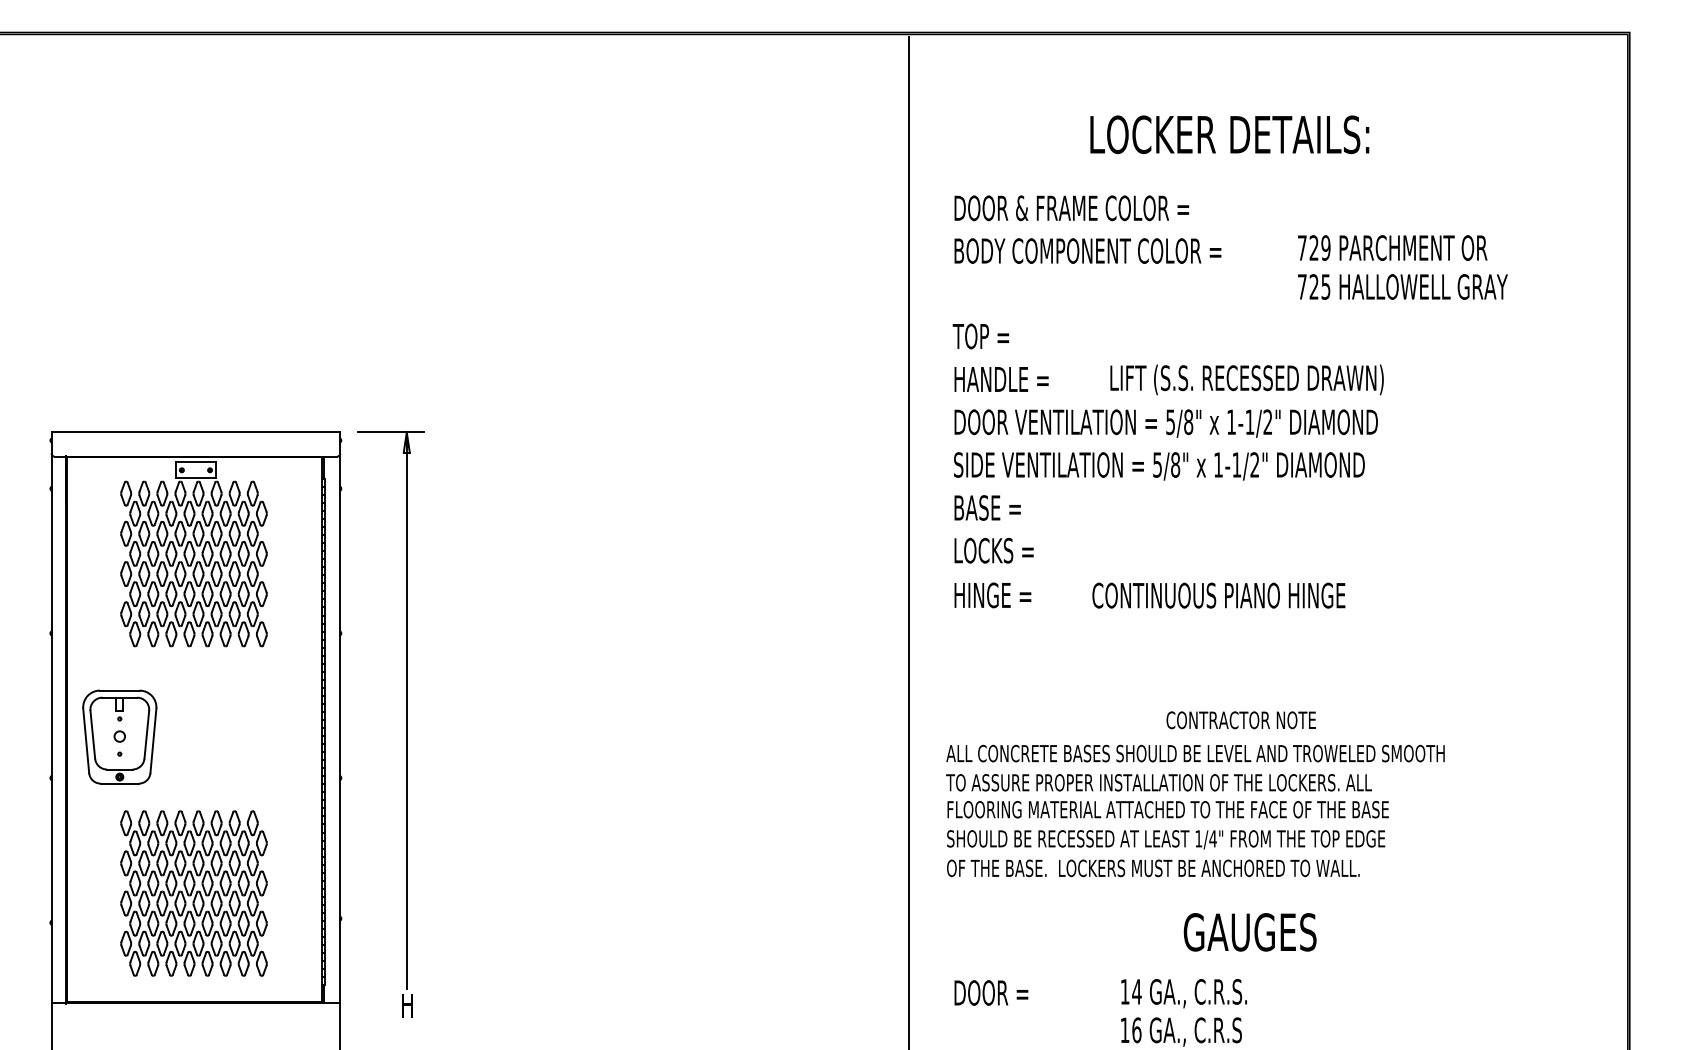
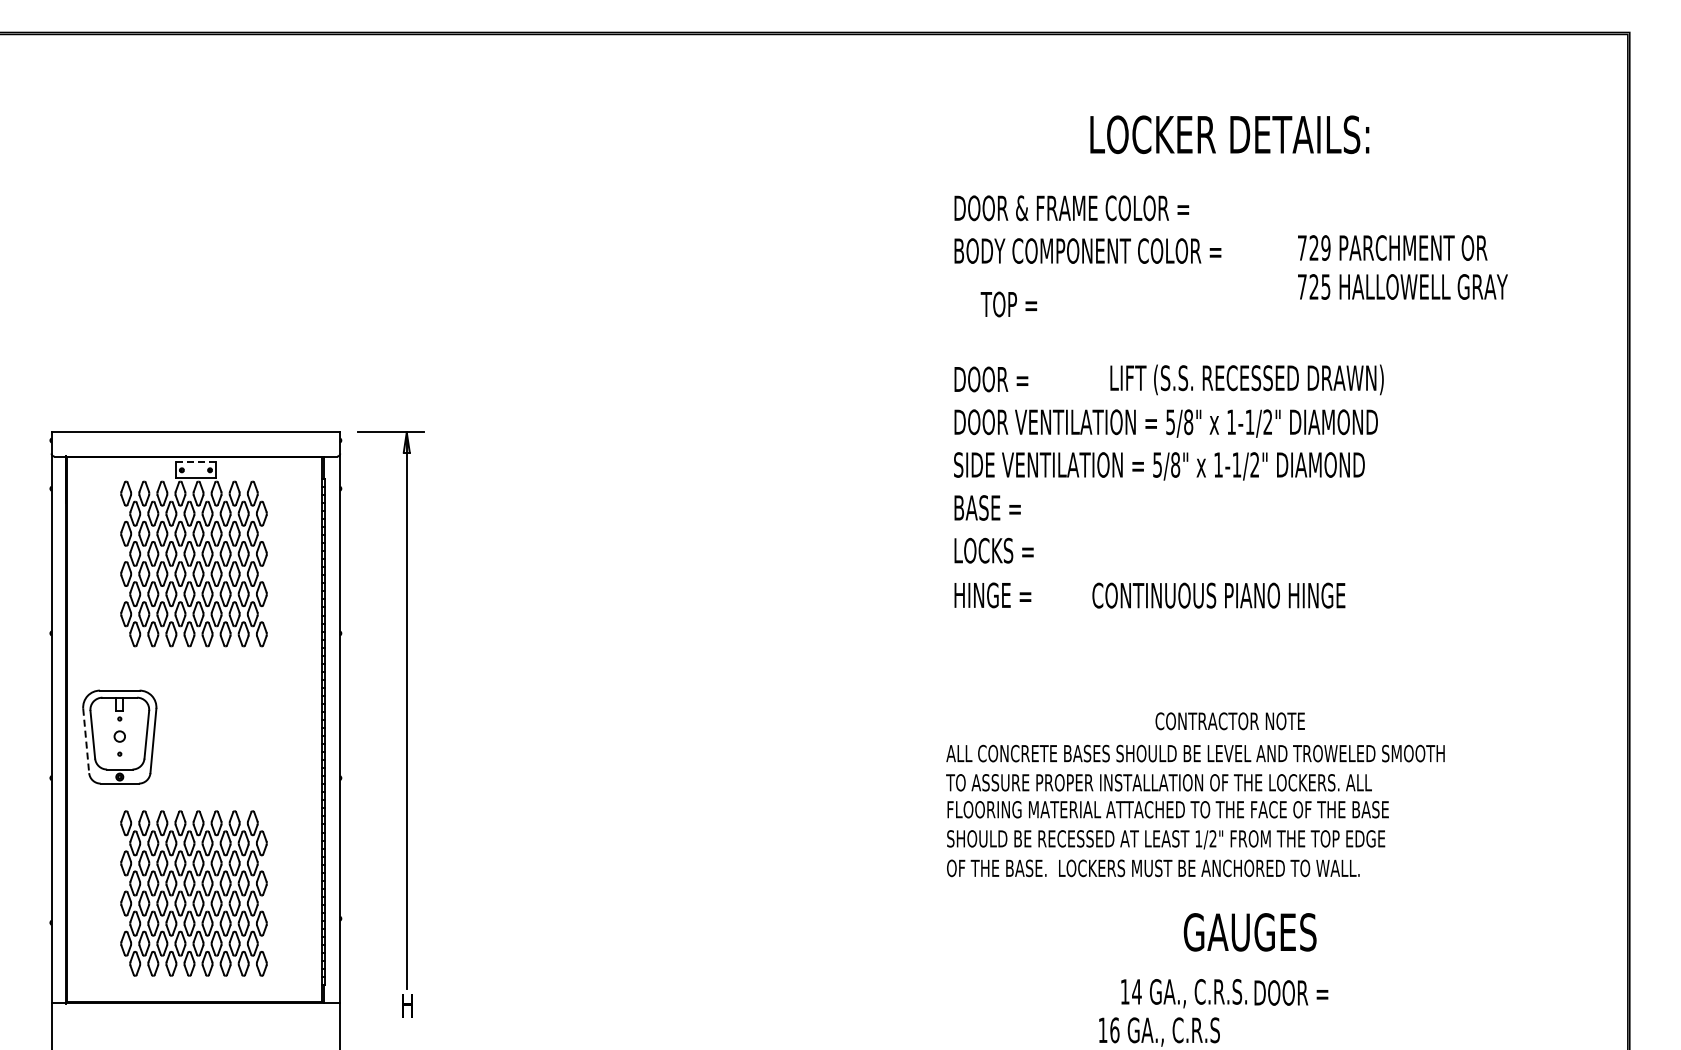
text at (980, 336) position: (980, 336) -> (1008, 304)
text at (1002, 379): HANDLE = -> DOOR =
line at (196, 462): solid -> dashed
line at (908, 541): present -> none
text at (1240, 720) position: (1240, 720) -> (1229, 721)
line at (86, 741): solid -> dashed
text at (1212, 838): 1/4" -> 1/2"
text at (991, 992) position: (991, 992) -> (1291, 992)
text at (1181, 1031) position: (1181, 1031) -> (1159, 1031)
